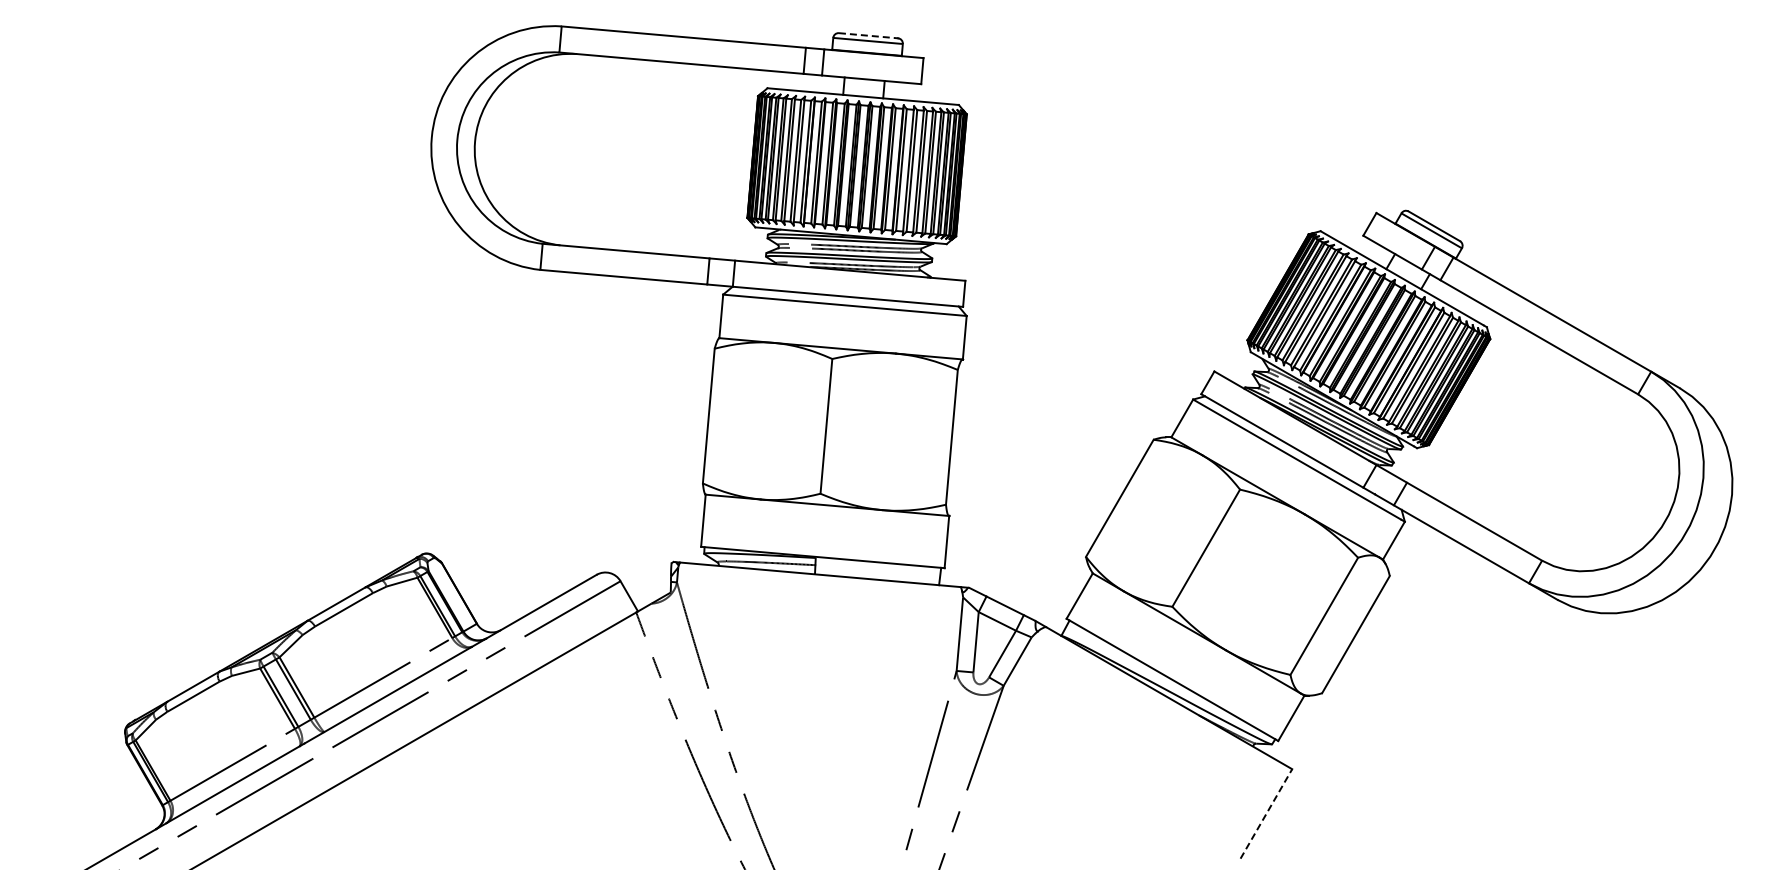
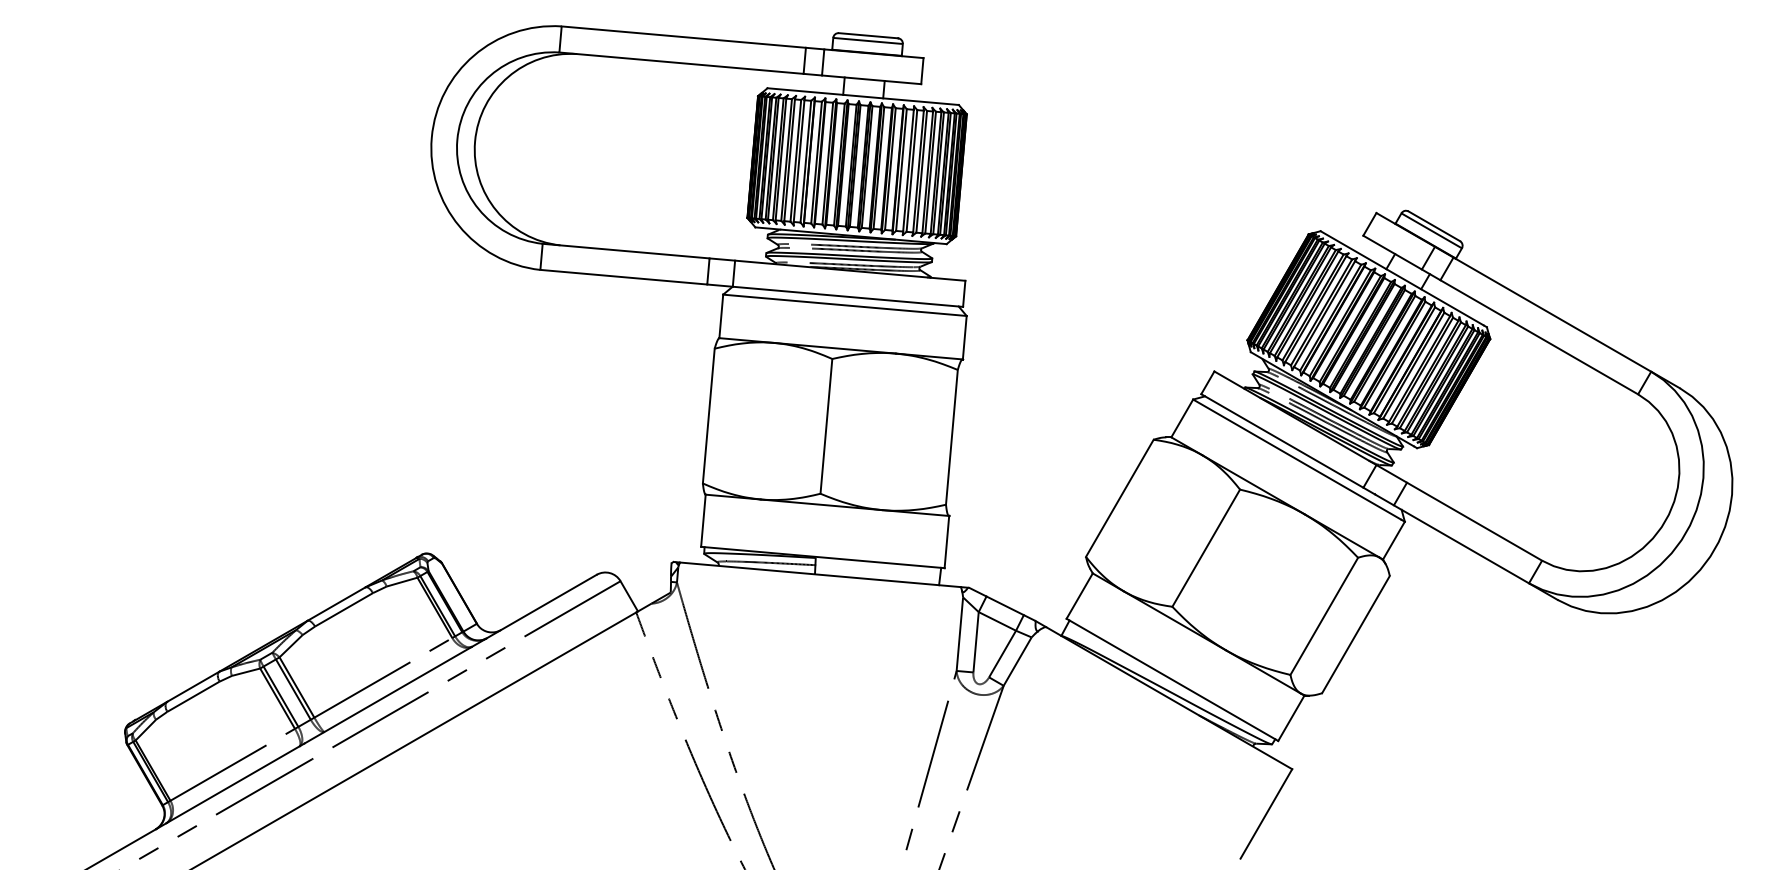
line at (868, 35): dashed -> solid
line at (1266, 813): dashed -> solid
